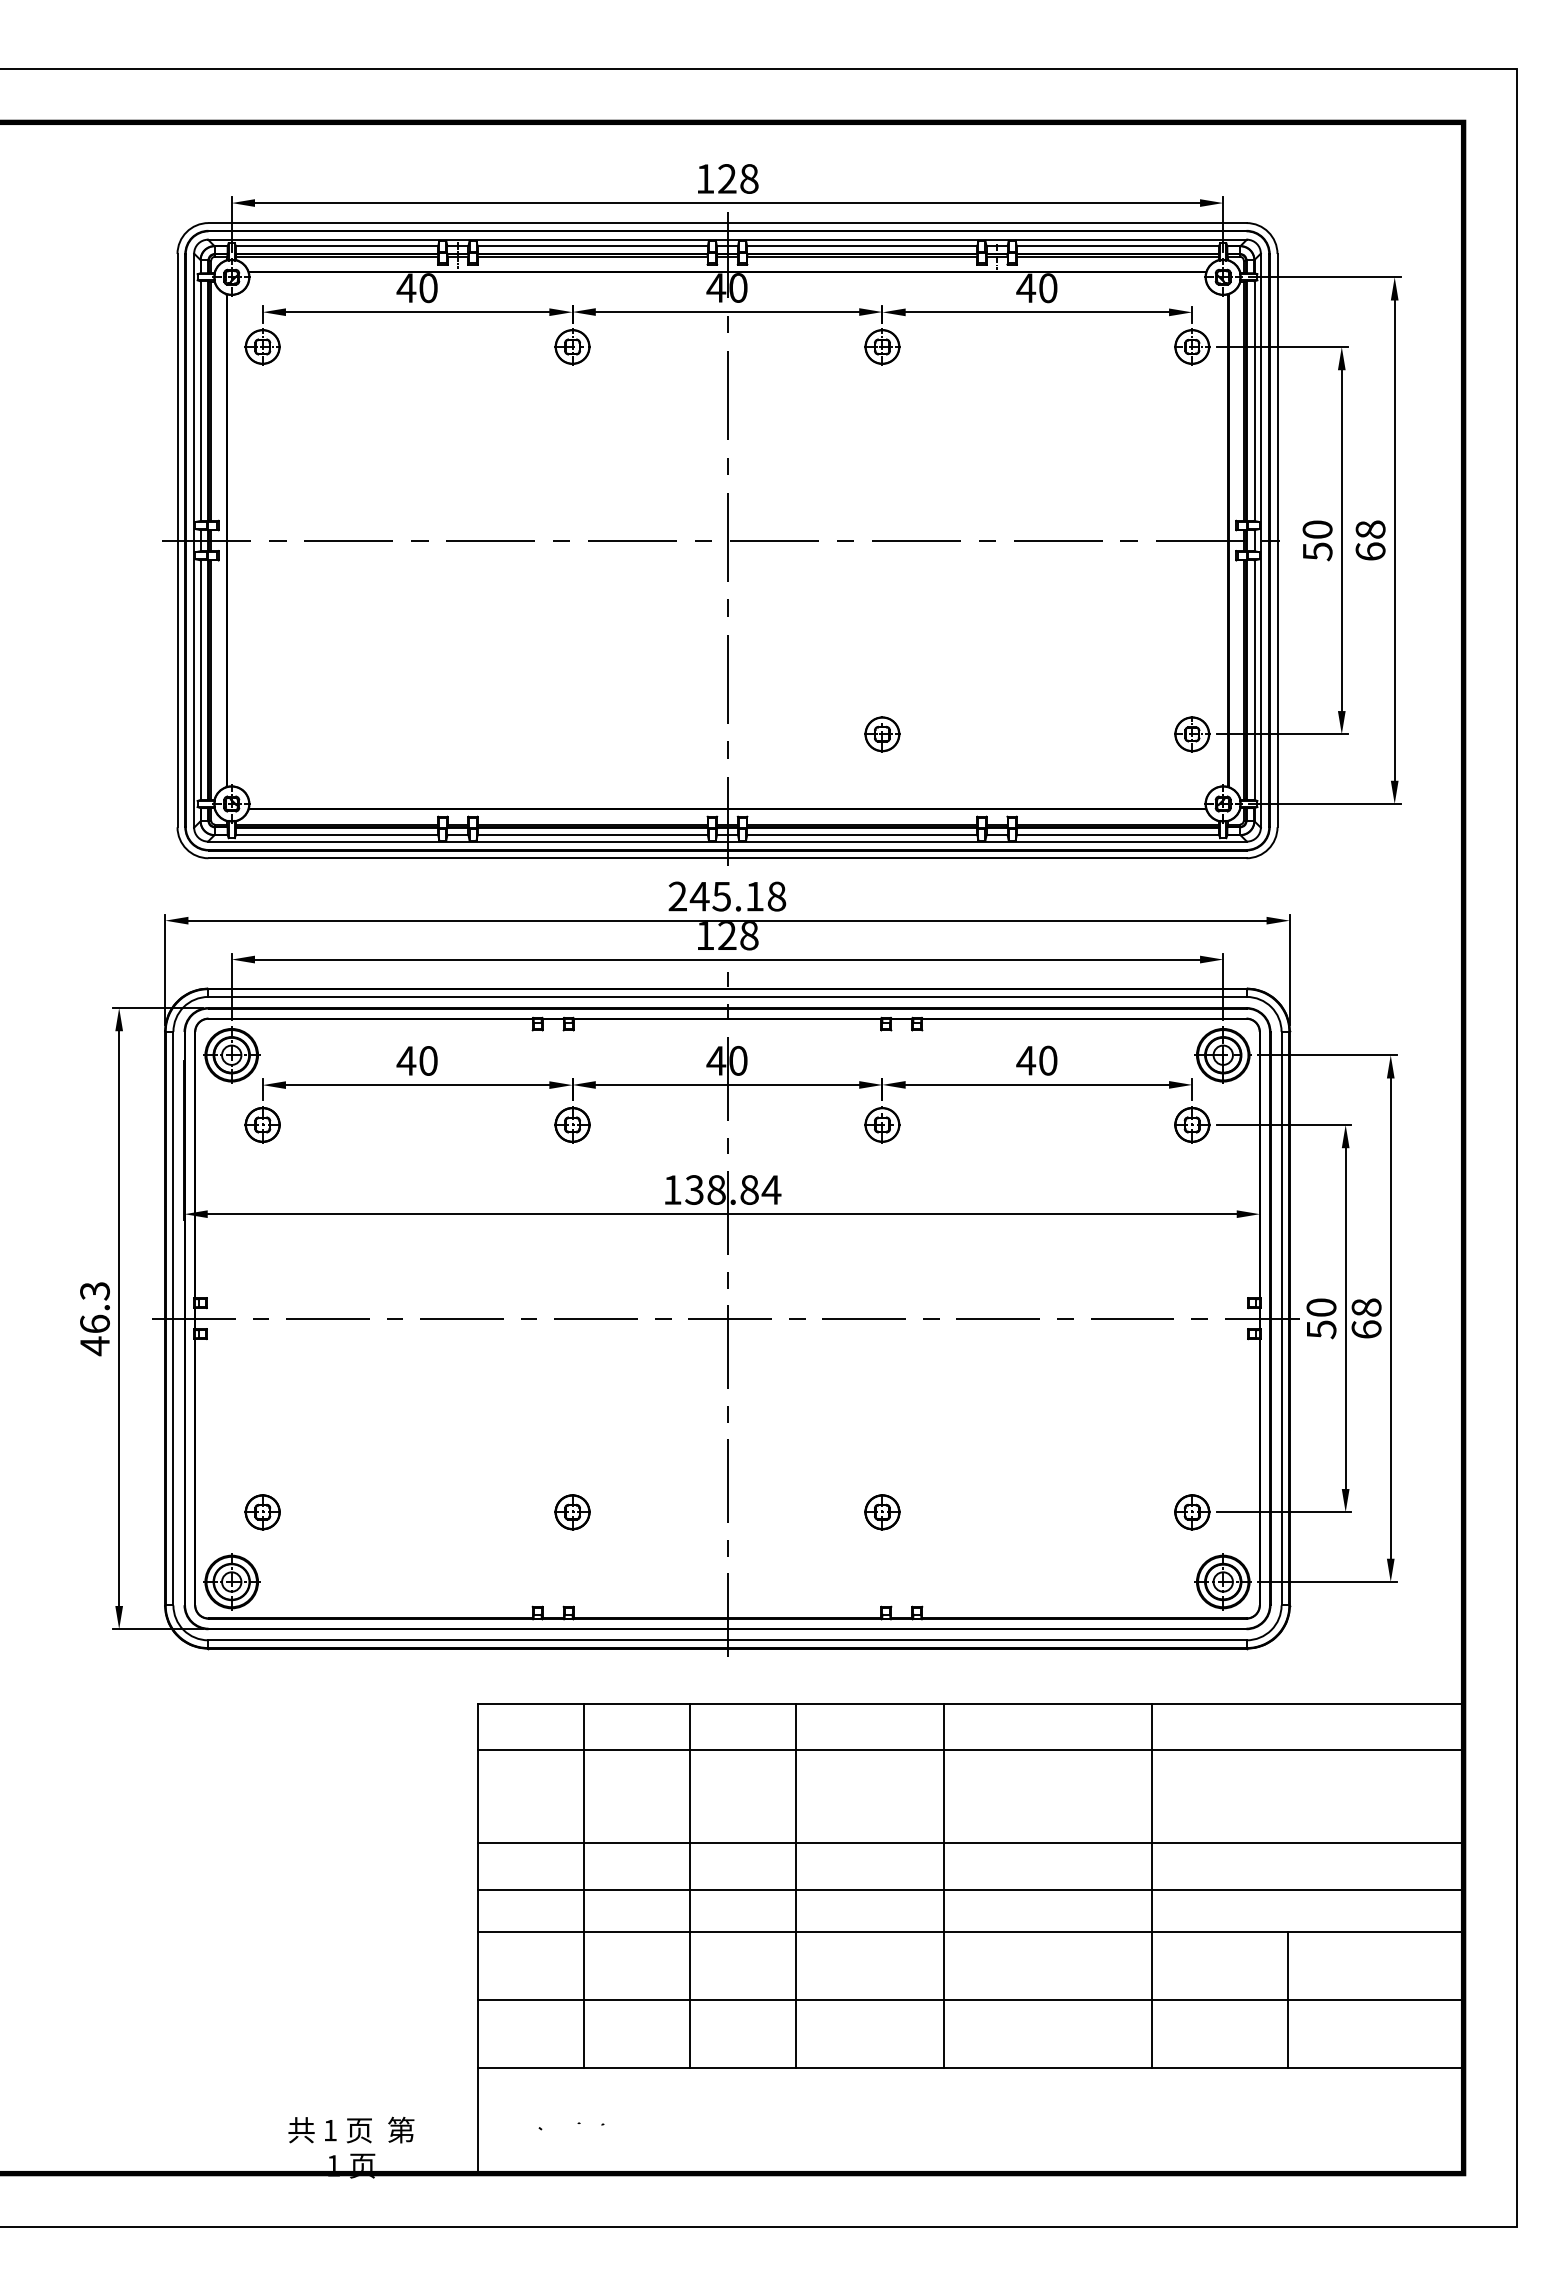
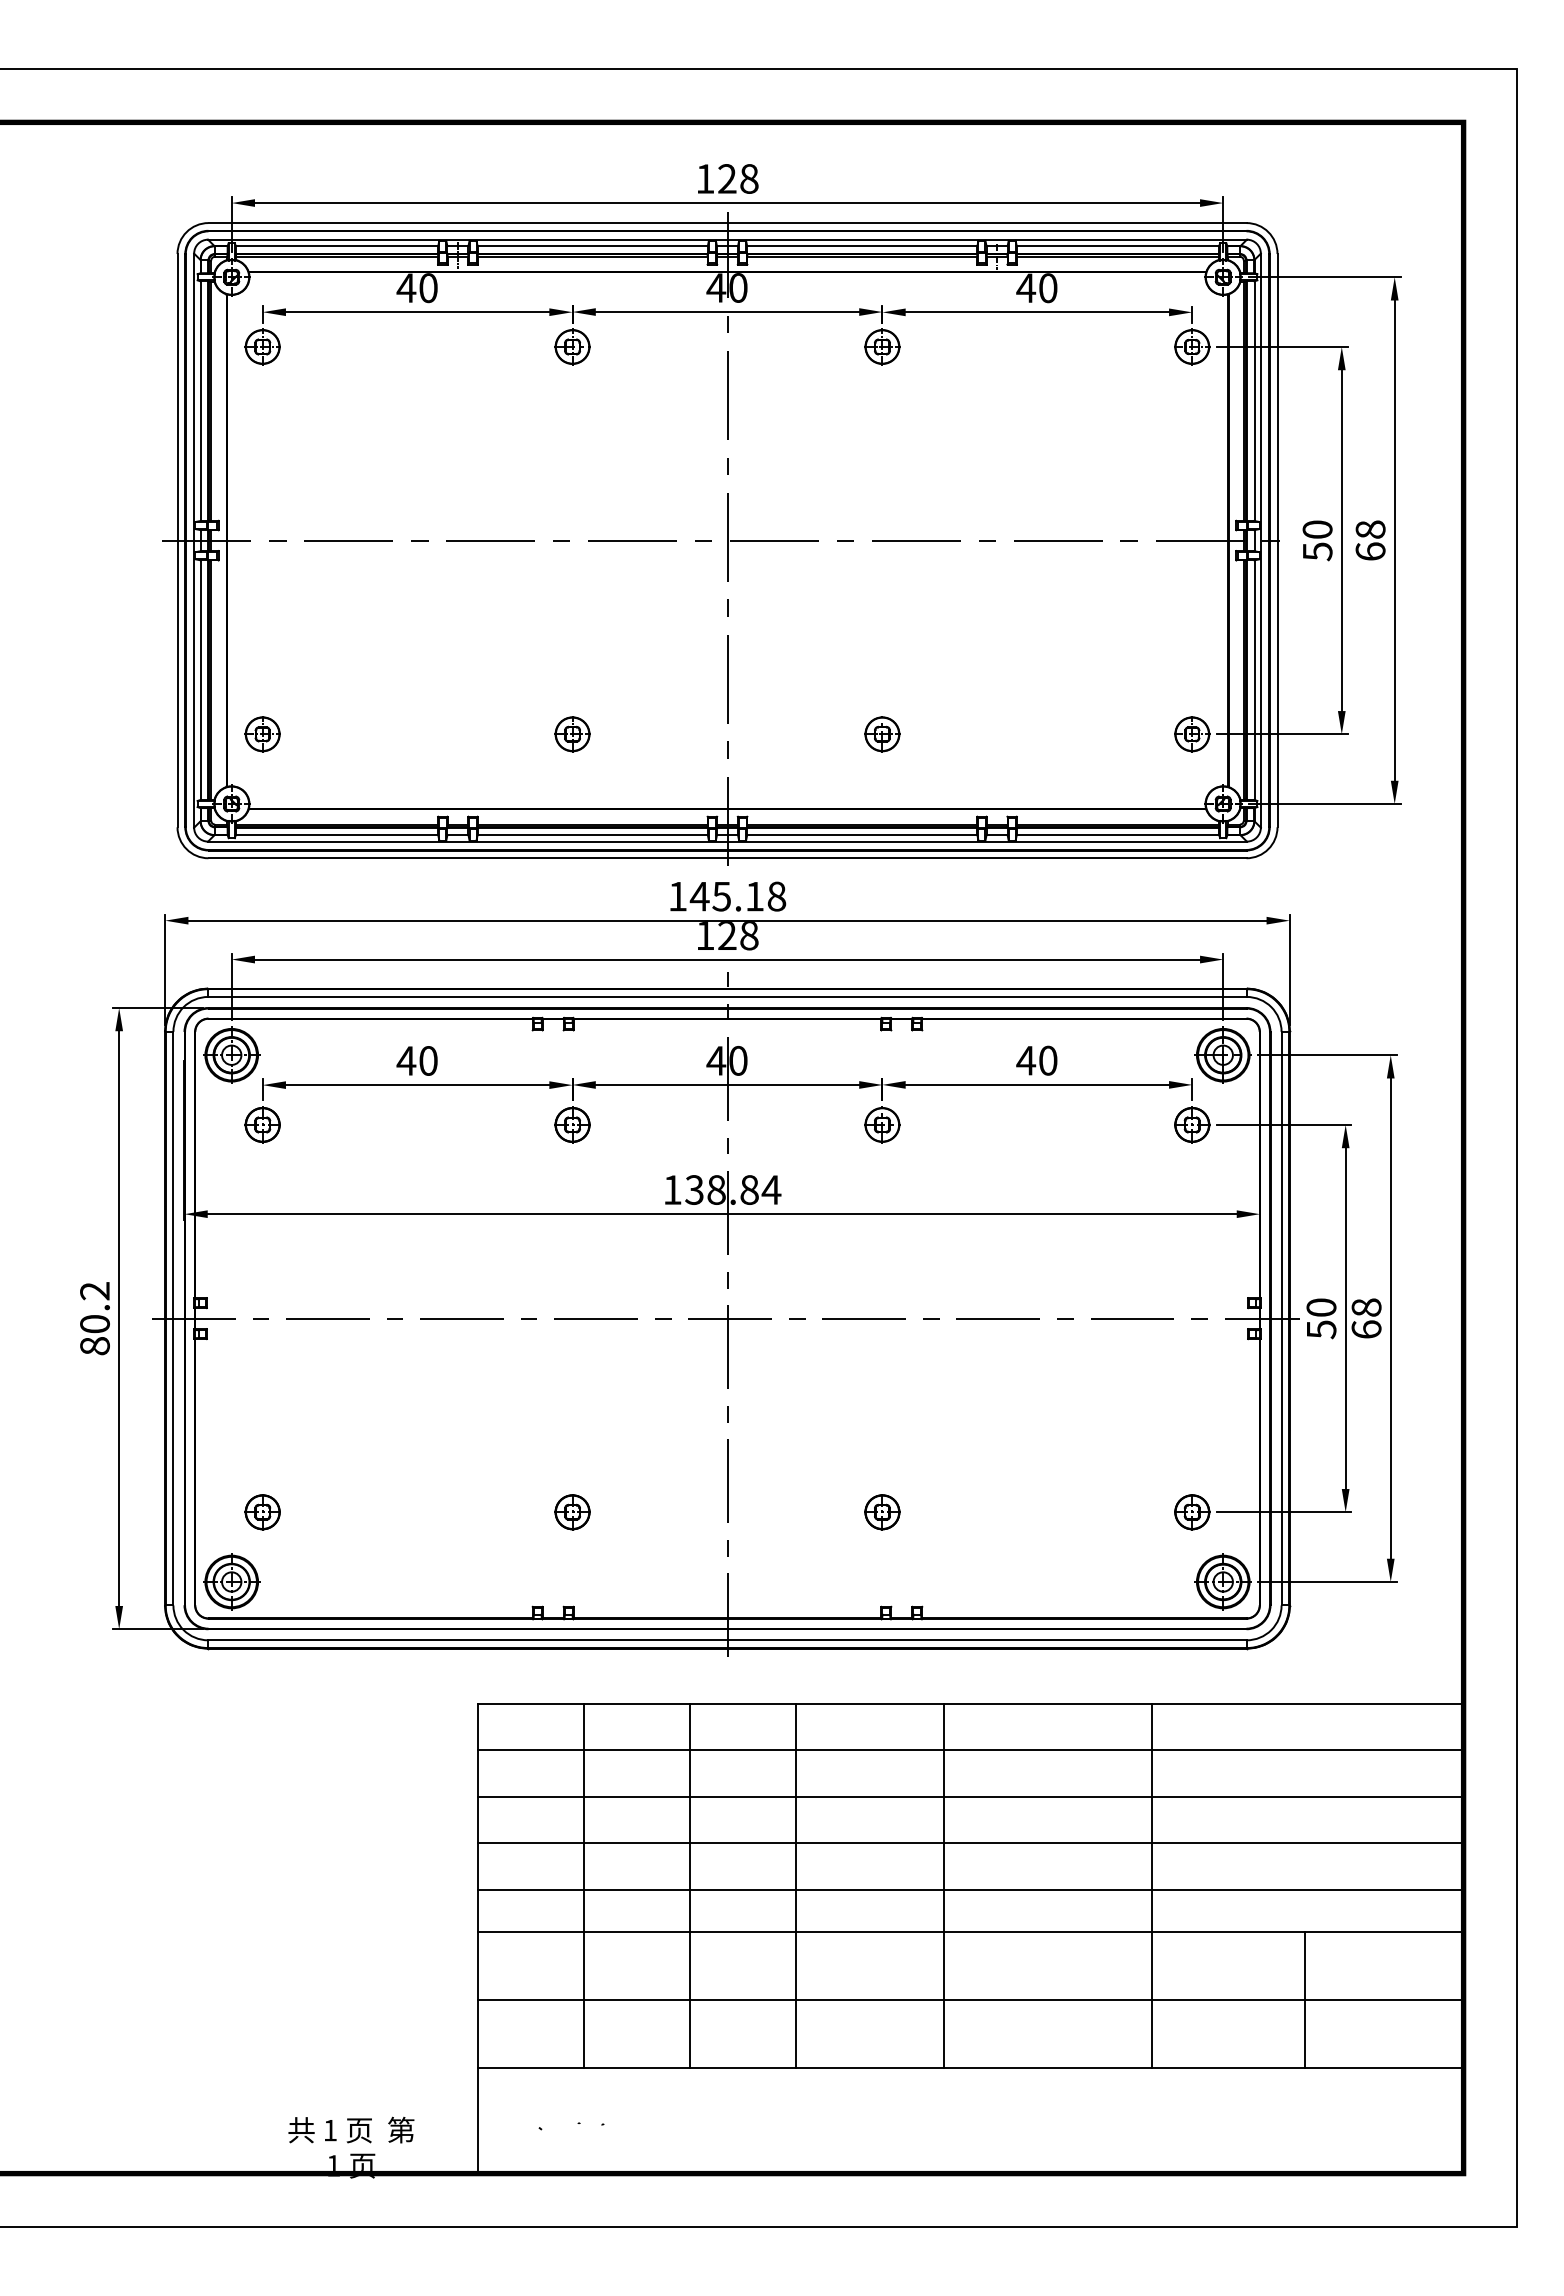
part at (262, 734): none -> present
part at (572, 734): none -> present
text at (677, 896): 245.18 -> 145.18
text at (94, 1319): 46.3 -> 80.2
line at (970, 1796): none -> present
line at (1287, 1999) position: (1287, 1999) -> (1304, 1999)
